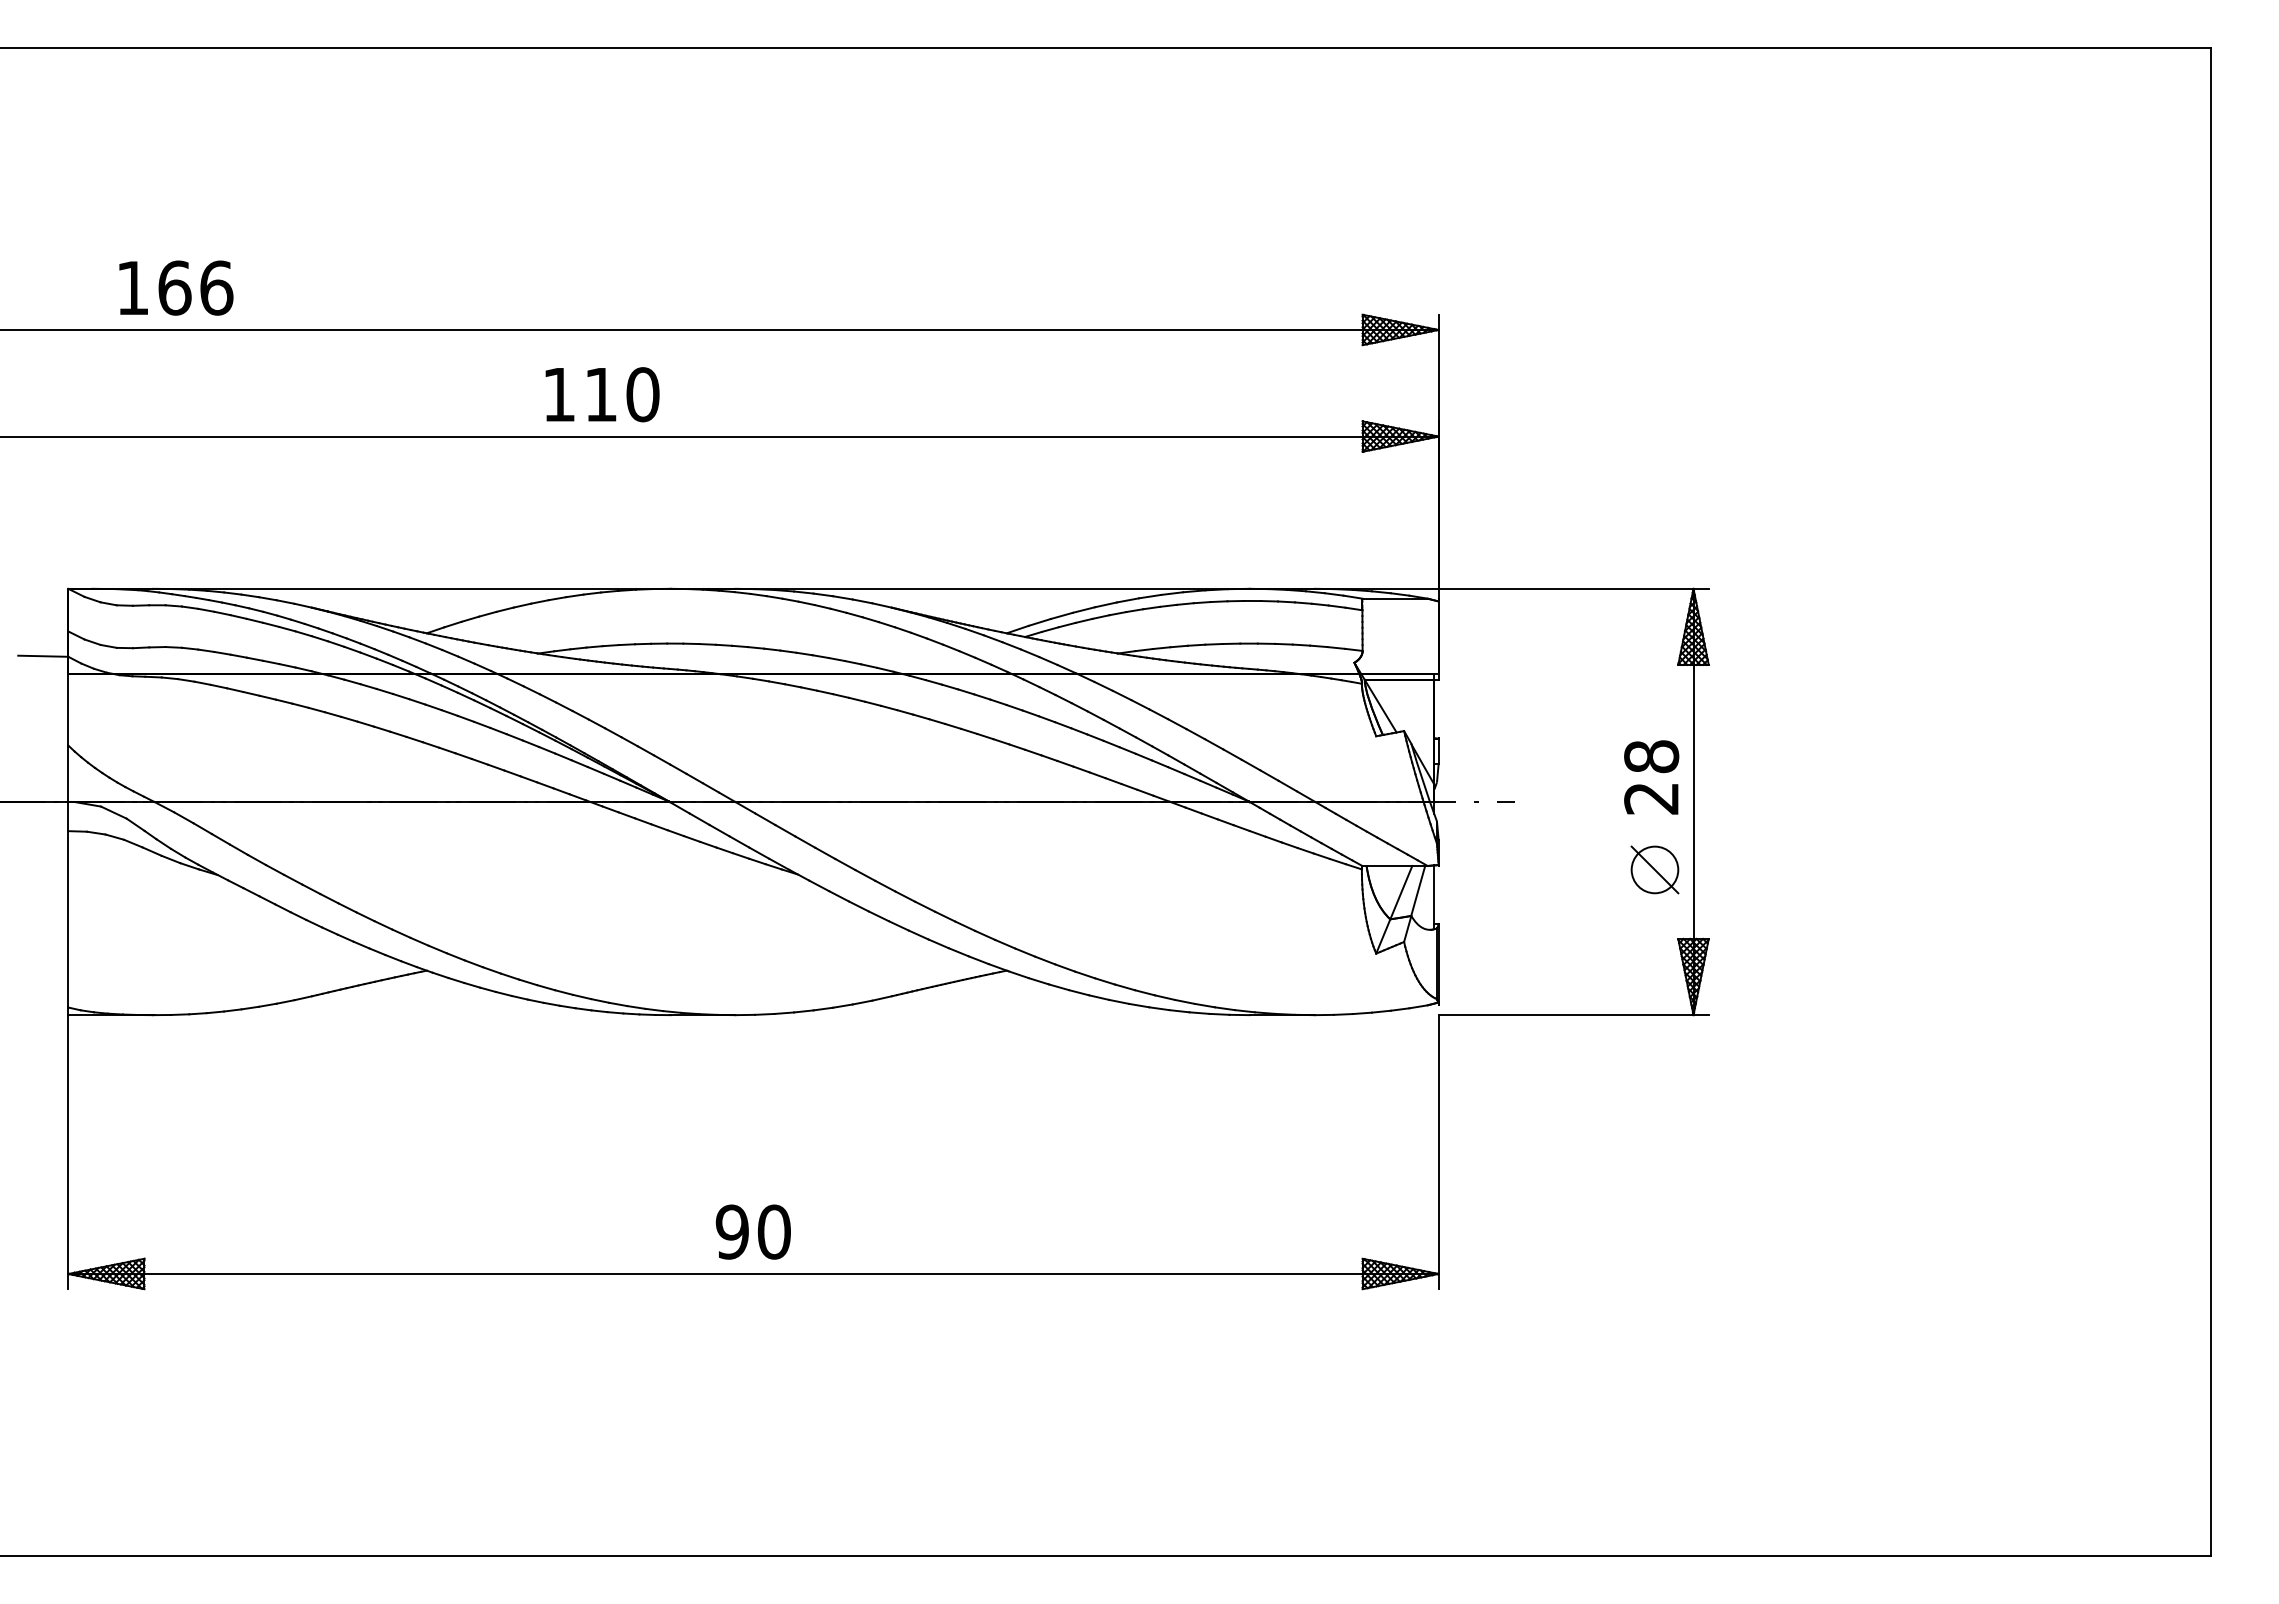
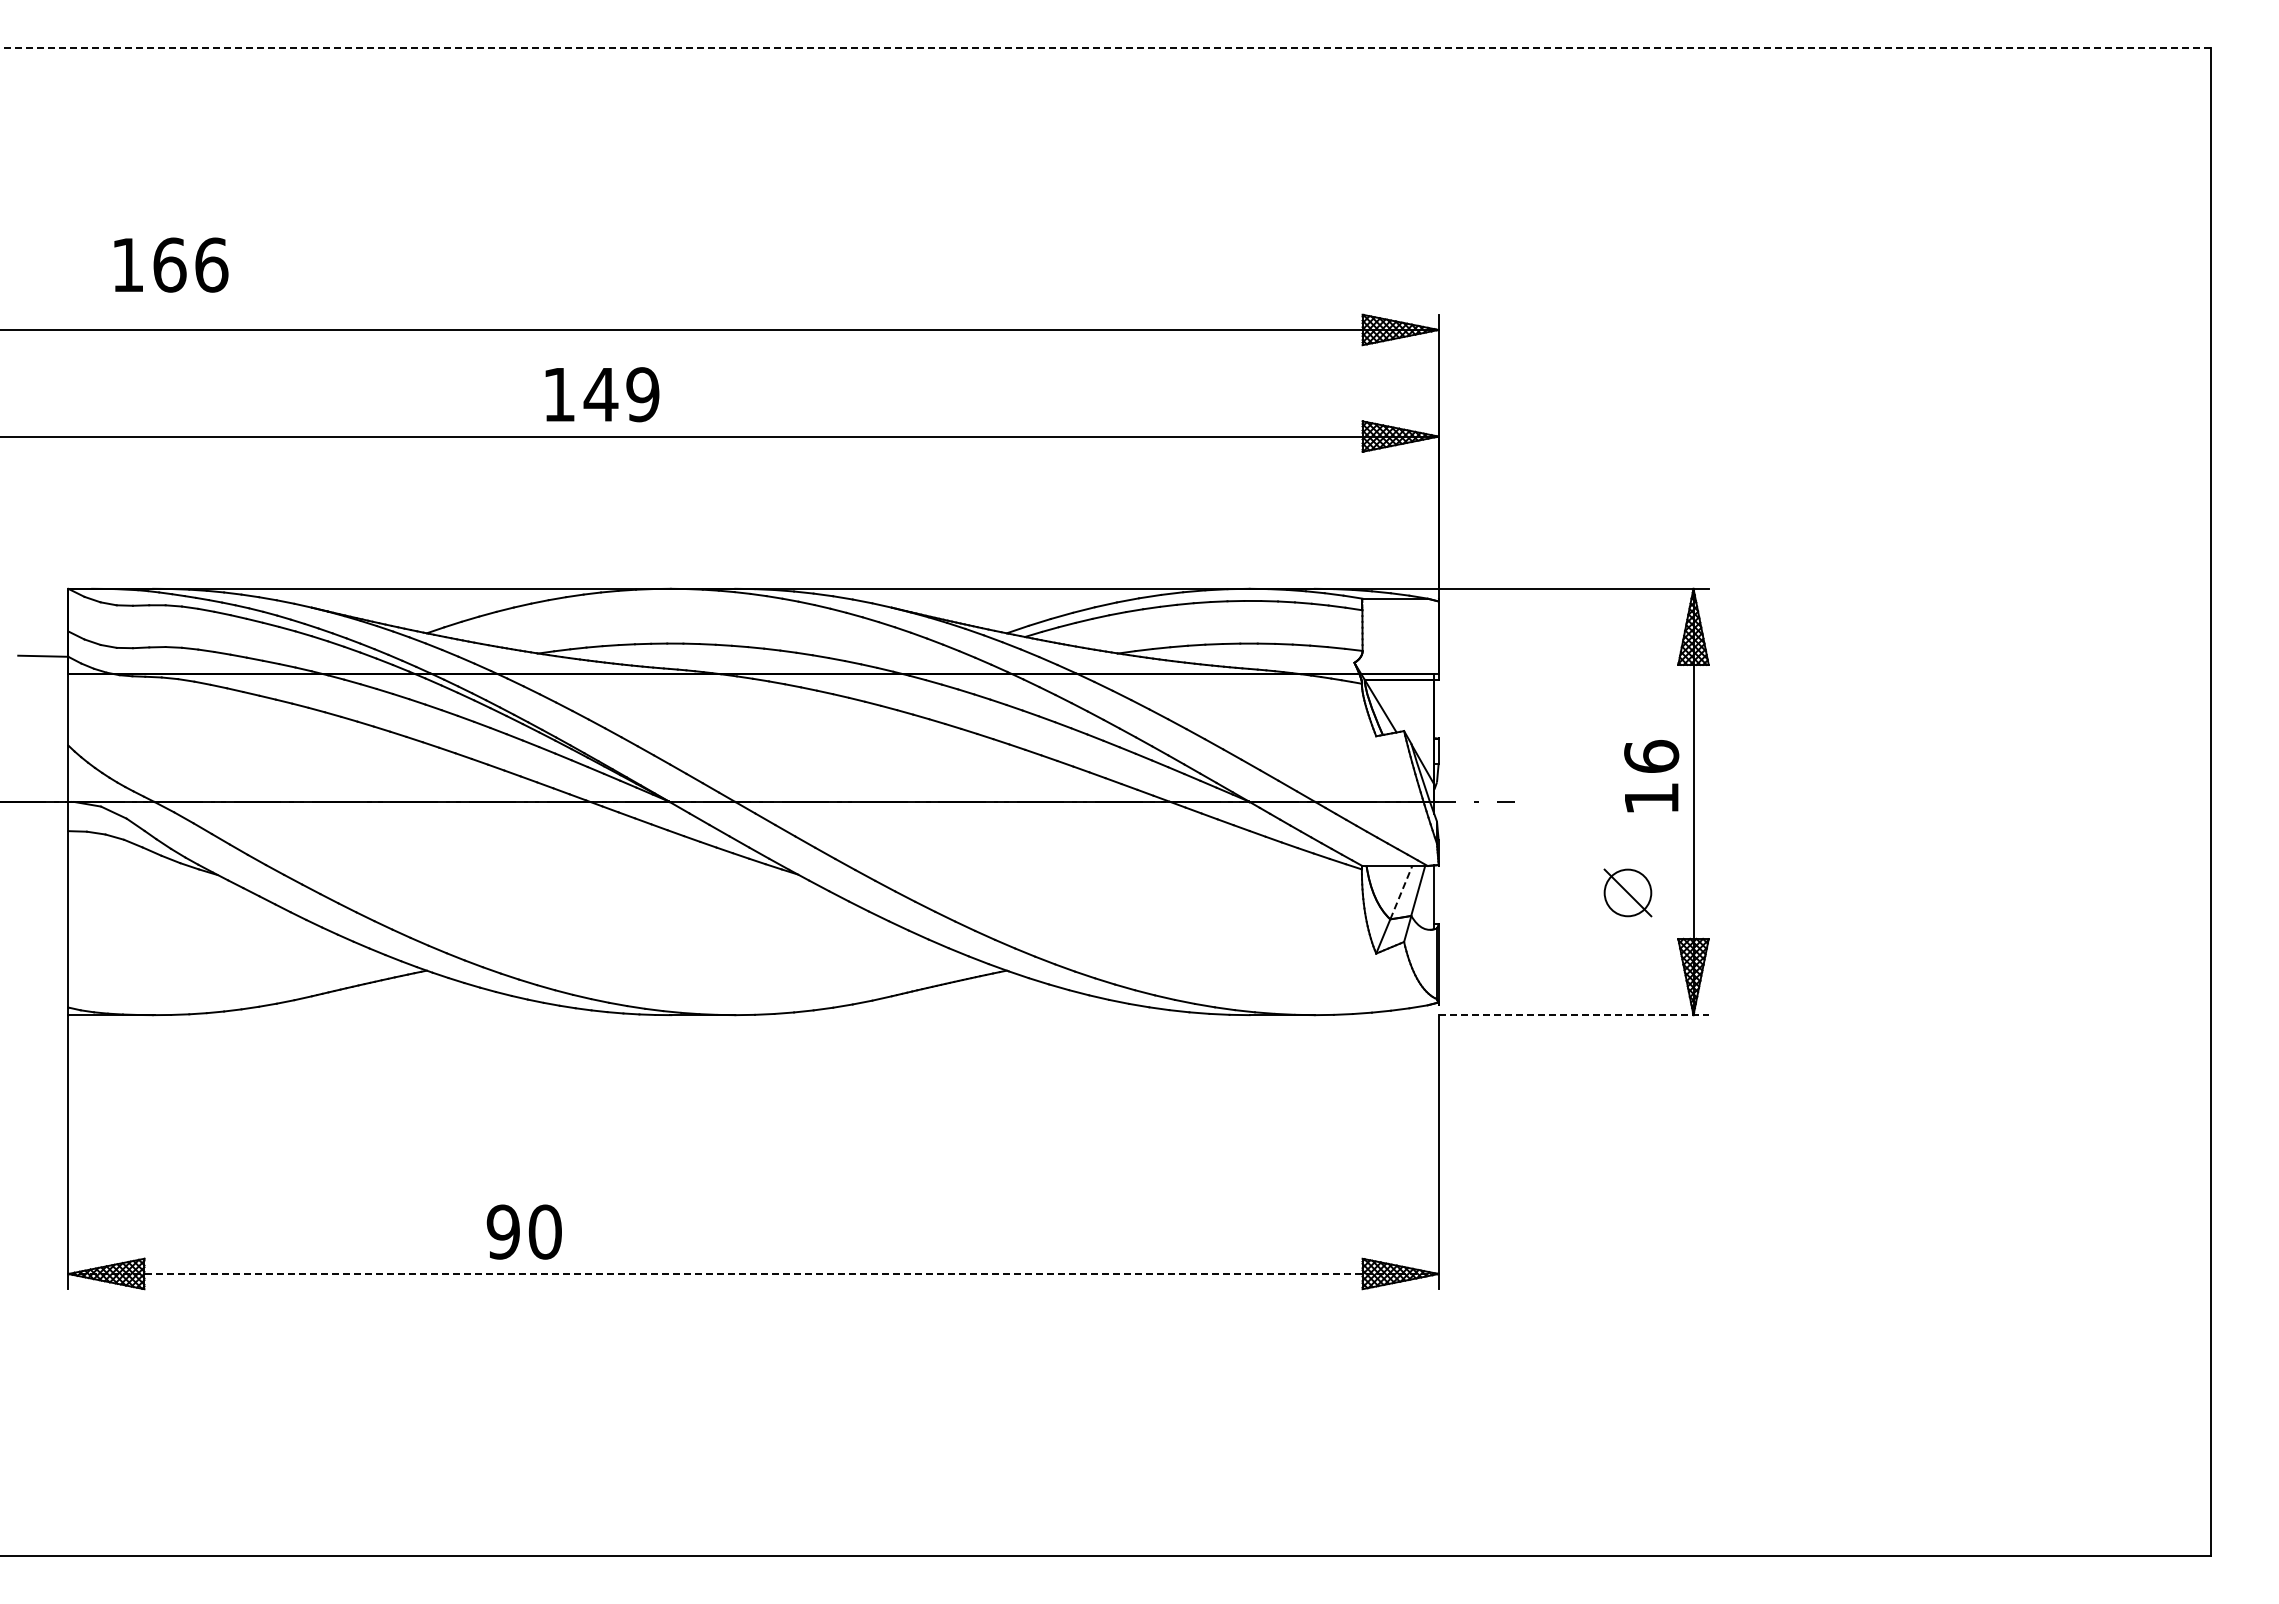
line at (1104, 48): solid -> dashed
text at (176, 287) position: (176, 287) -> (171, 264)
text at (621, 394): 110 -> 149
text at (1651, 777): 28 -> 16
part at (1654, 869) position: (1654, 869) -> (1627, 892)
line at (1401, 892): solid -> dashed
line at (1574, 1015): solid -> dashed
text at (752, 1231) position: (752, 1231) -> (523, 1231)
line at (754, 1273): solid -> dashed
